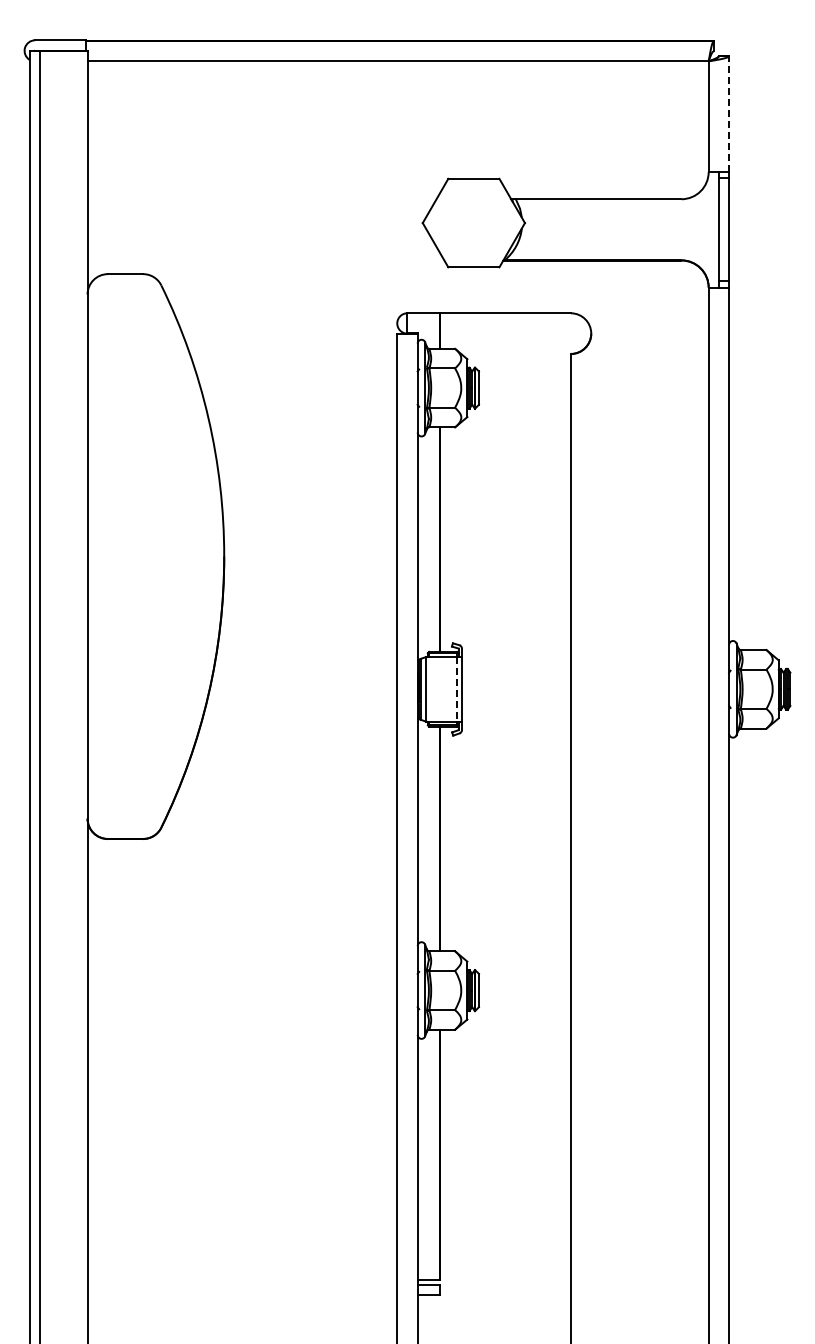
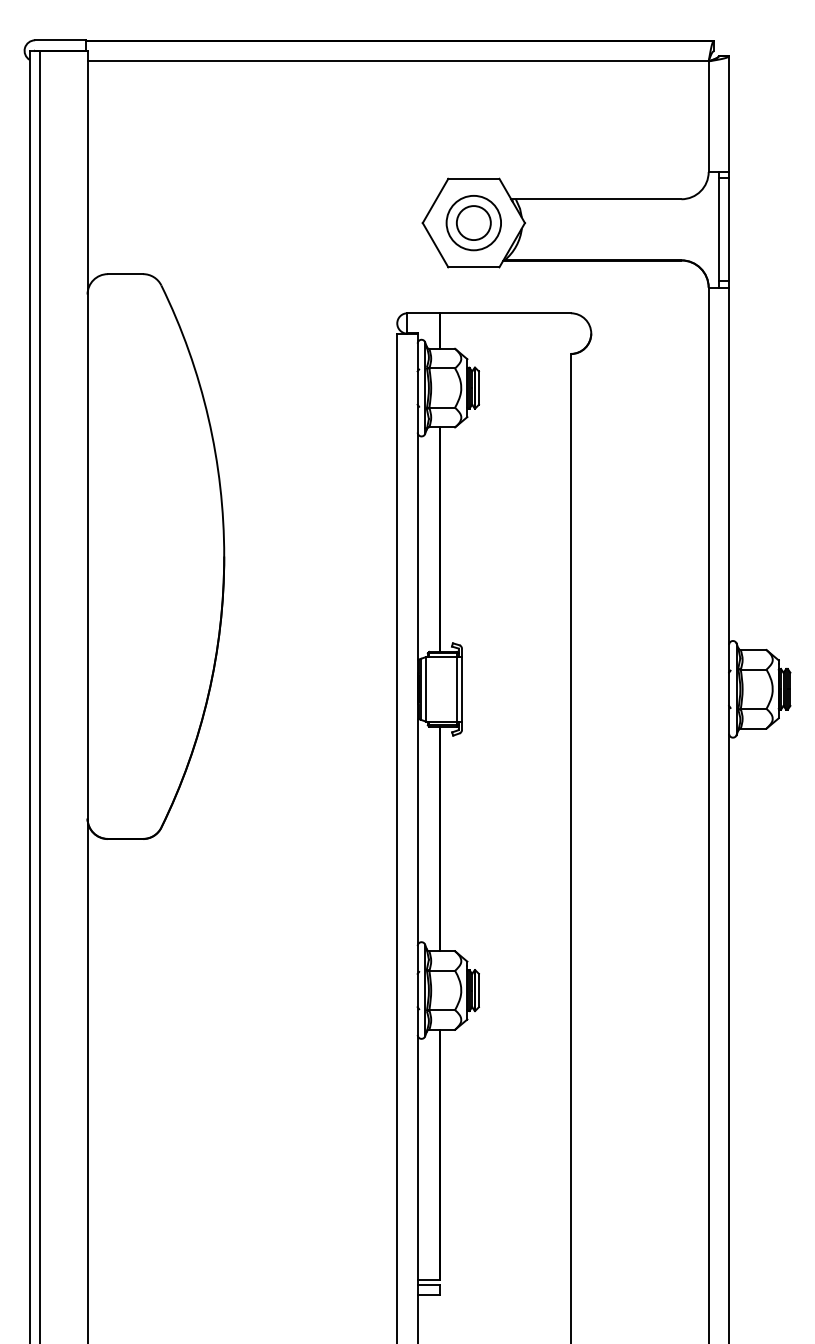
line at (729, 113): dashed -> solid
part at (473, 223): none -> present
line at (457, 689): dashed -> solid
